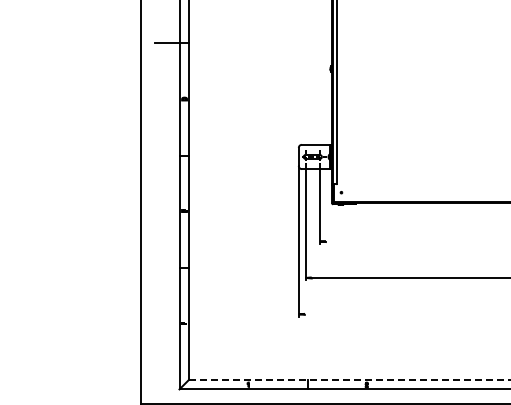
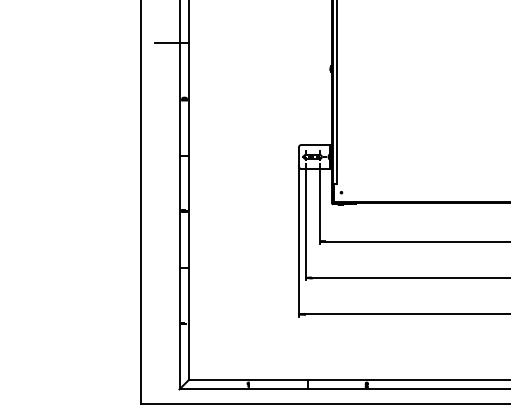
line at (416, 241): none -> present
line at (405, 314): none -> present
line at (350, 379): dashed -> solid
